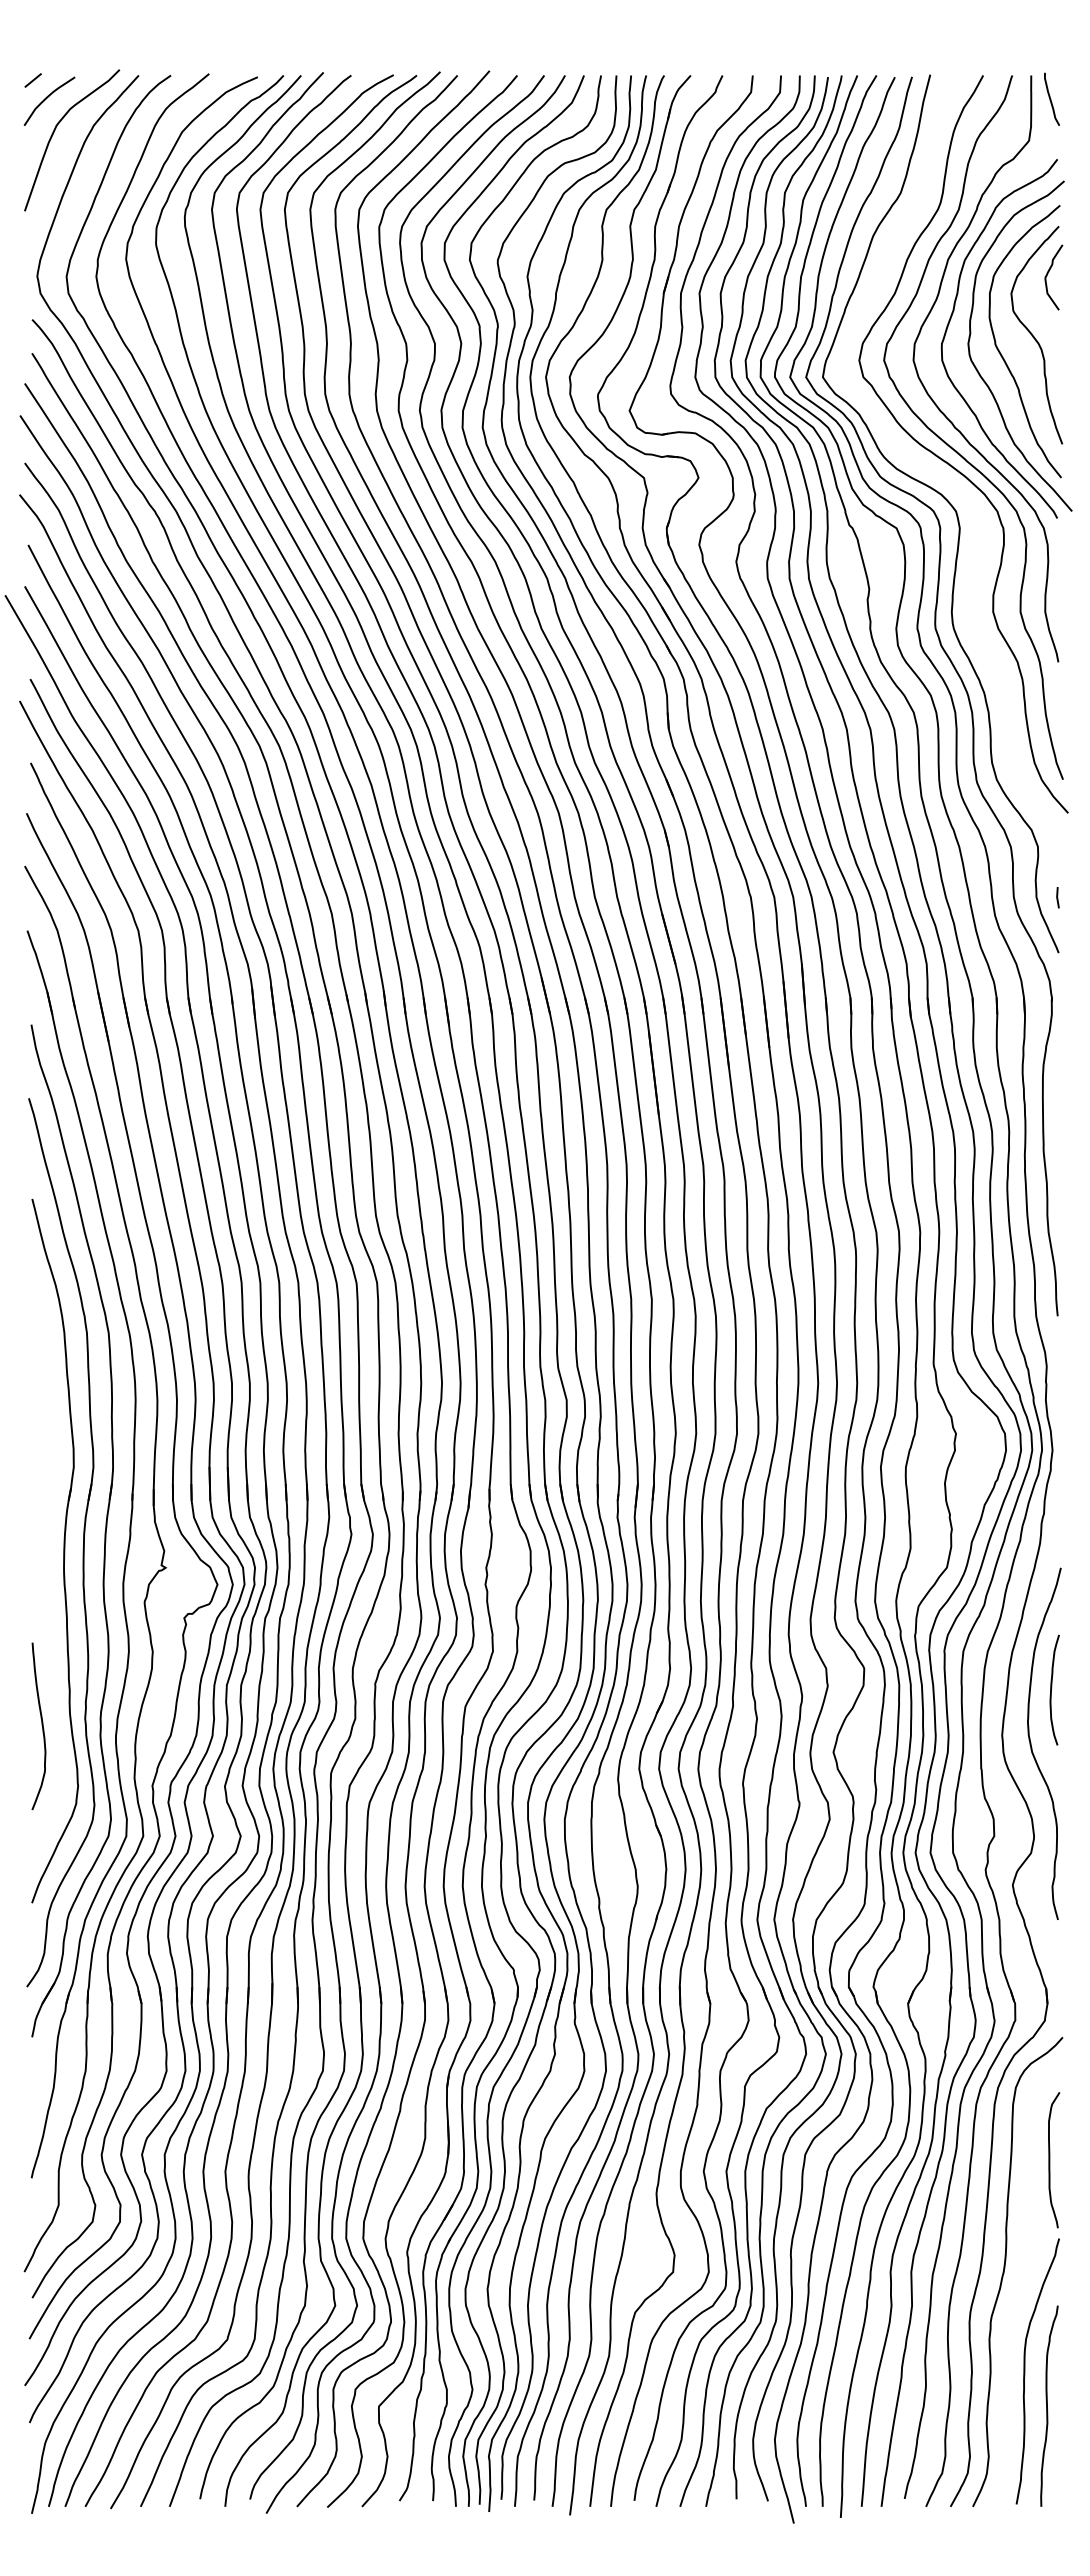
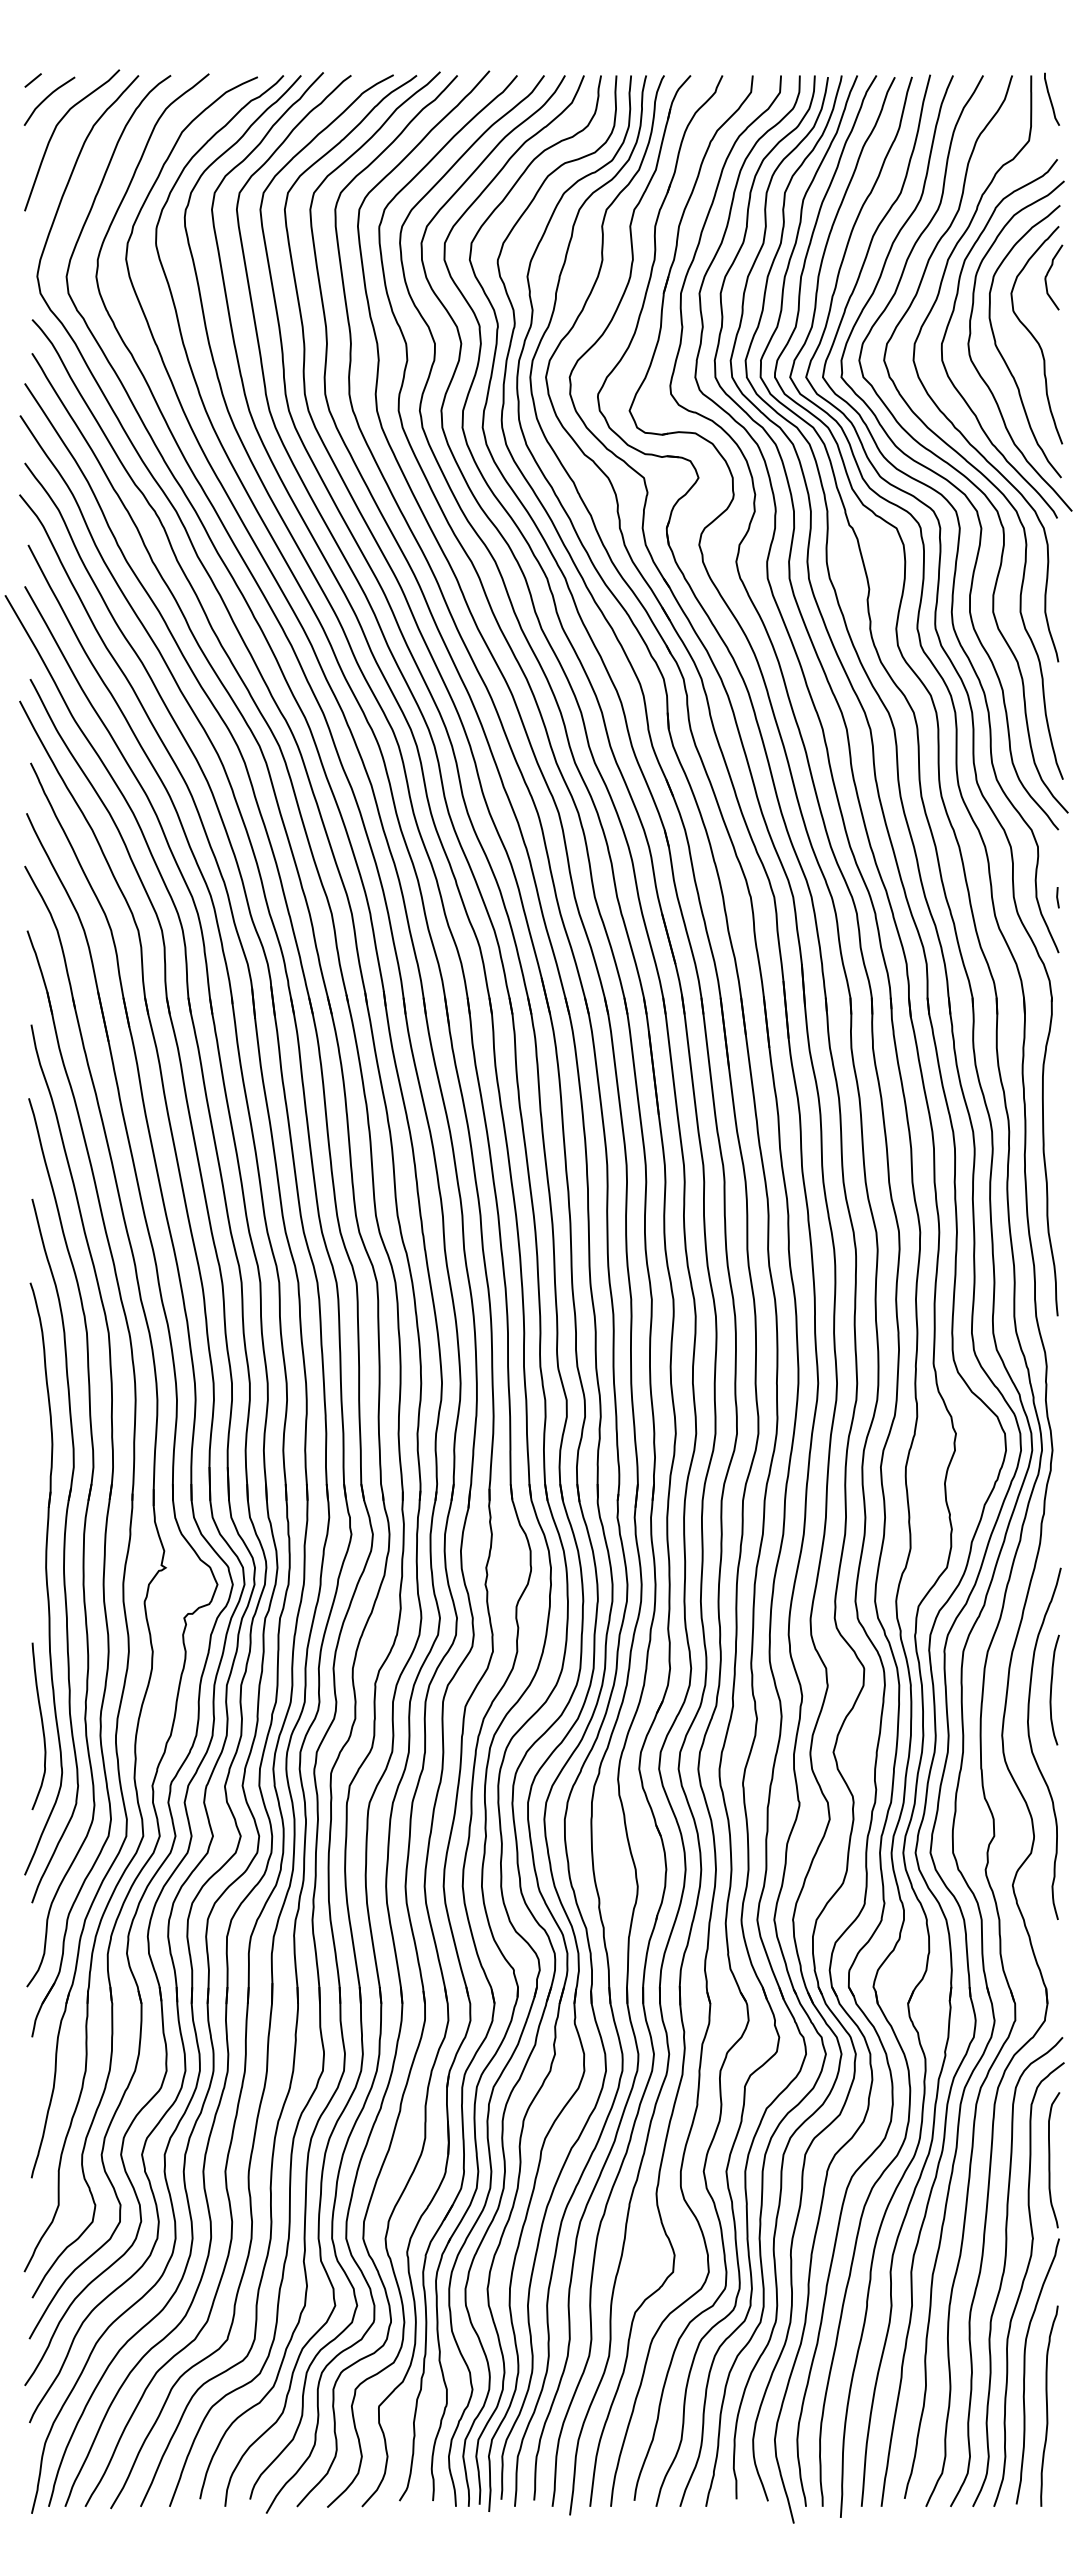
curve at (935, 471): none -> present
part at (43, 1578): none -> present
curve at (1024, 2281): none -> present
